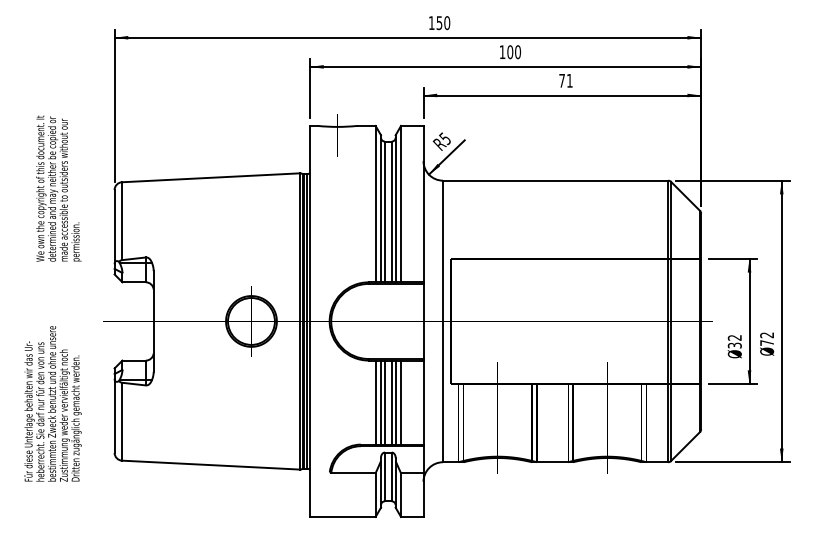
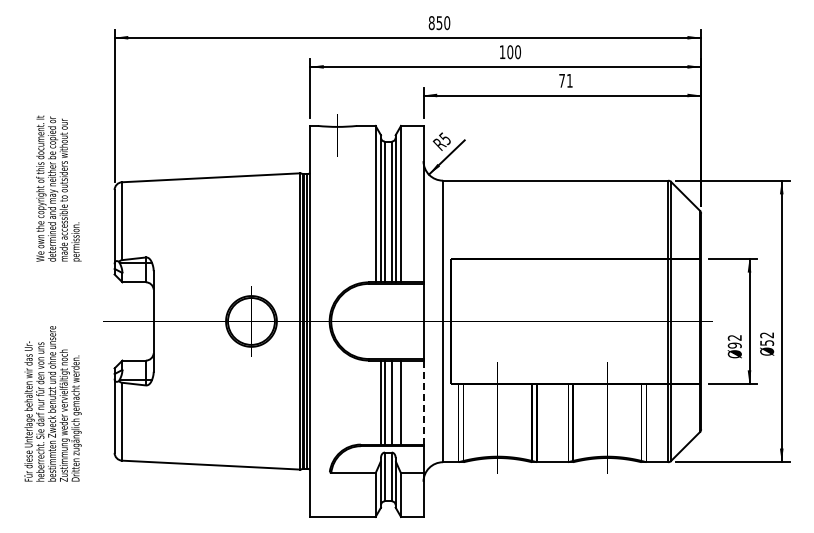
text at (431, 23): 150 -> 850
text at (767, 342): 72 -> 52
text at (734, 345): 32 -> 92
line at (375, 402): present -> none
line at (395, 402): present -> none
line at (423, 403): solid -> dashed
